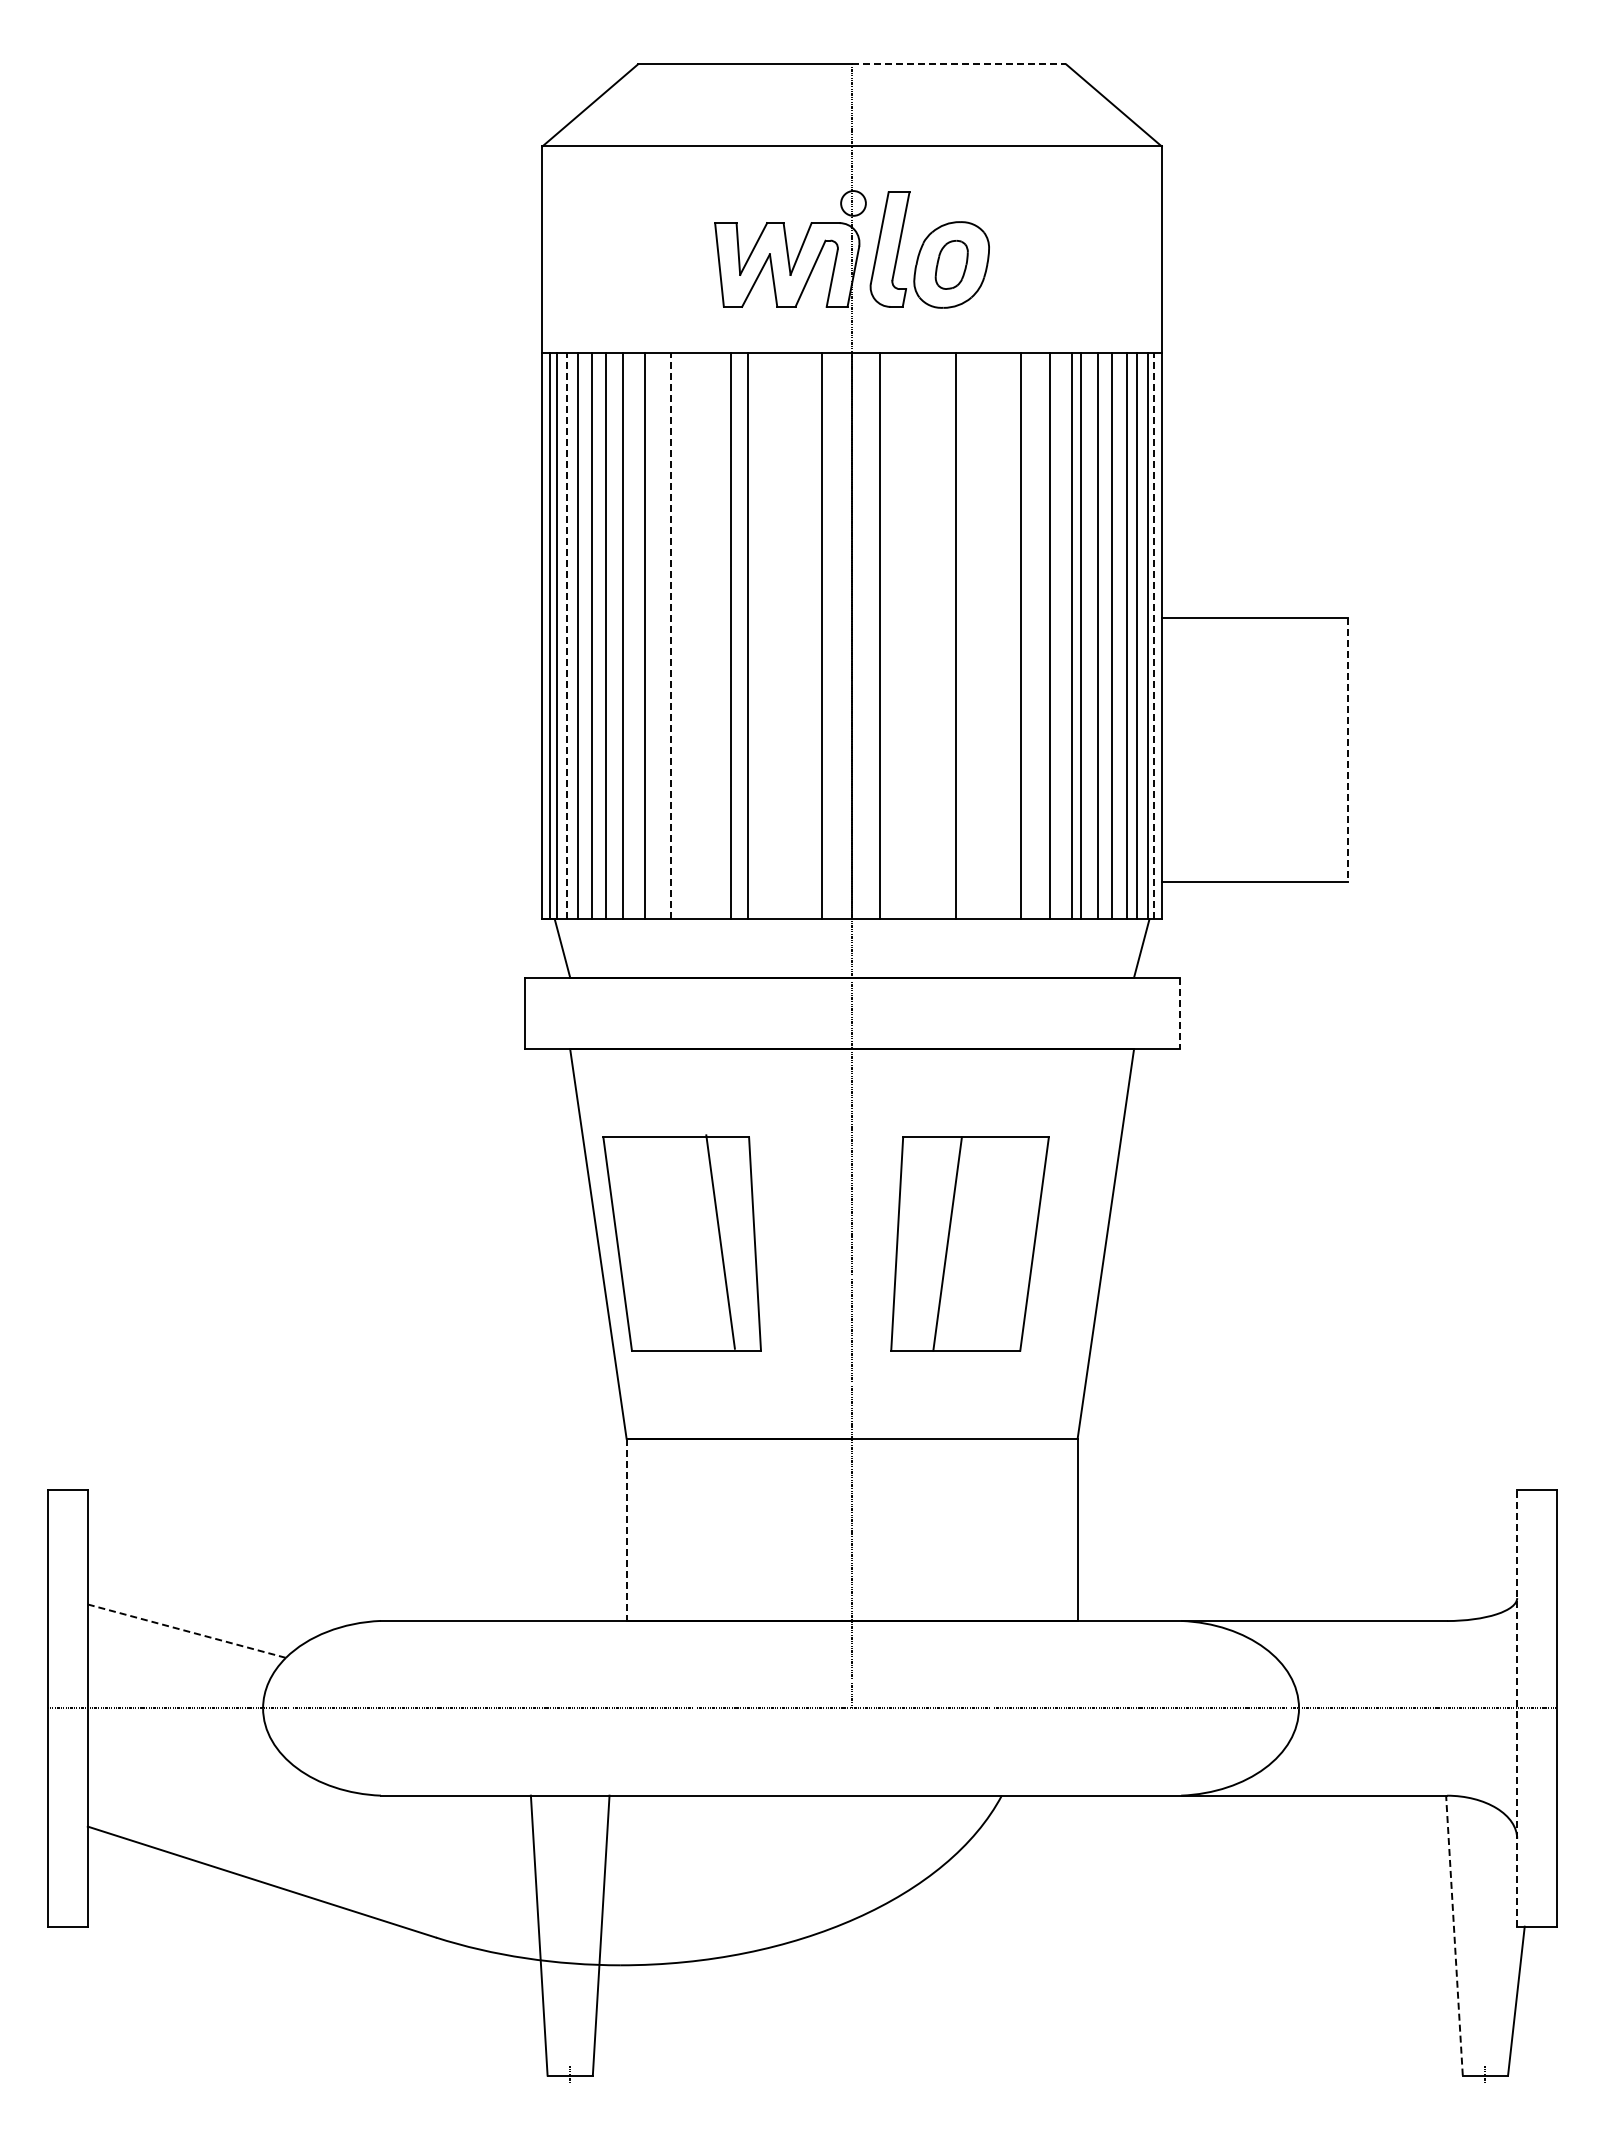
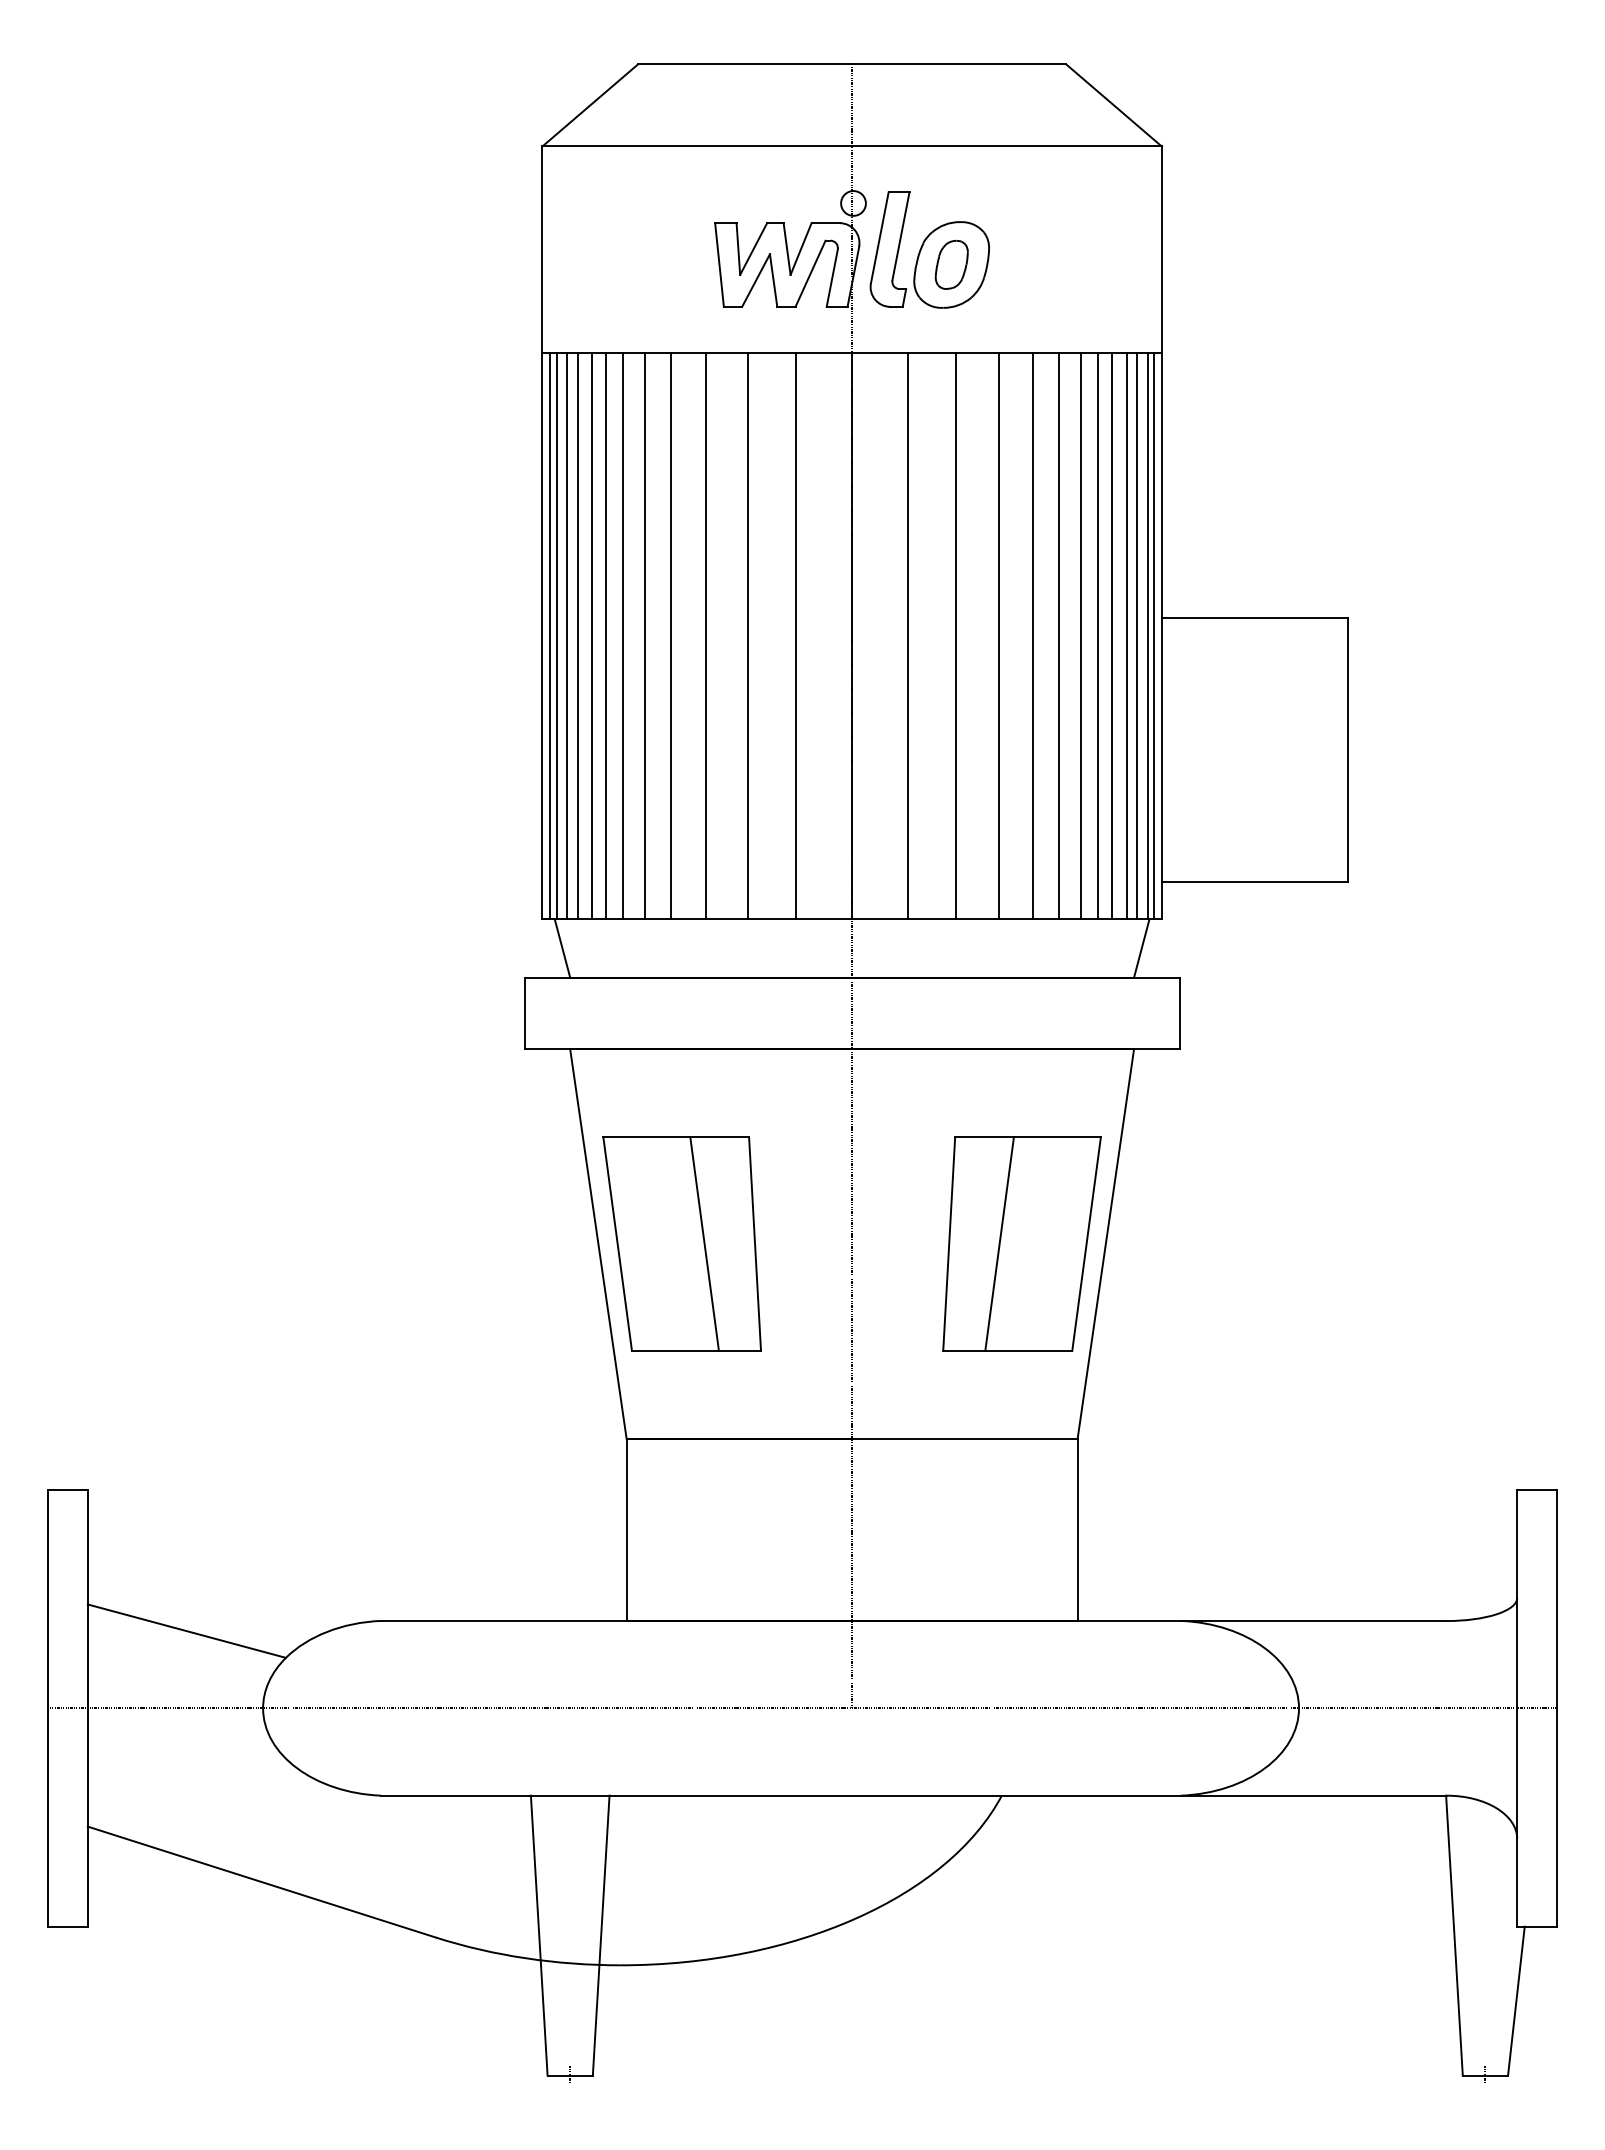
line at (959, 64): dashed -> solid
line at (566, 635): dashed -> solid
line at (671, 635): dashed -> solid
line at (730, 635) position: (730, 635) -> (705, 635)
line at (821, 635) position: (821, 635) -> (795, 635)
line at (880, 635) position: (880, 635) -> (908, 635)
line at (1020, 635) position: (1020, 635) -> (998, 635)
line at (1049, 635) position: (1049, 635) -> (1032, 635)
line at (1072, 635) position: (1072, 635) -> (1059, 635)
line at (1153, 635): dashed -> solid
line at (1348, 750): dashed -> solid
line at (1179, 1013): dashed -> solid
line at (720, 1241) position: (720, 1241) -> (704, 1243)
part at (969, 1243) position: (969, 1243) -> (1021, 1243)
line at (626, 1530): dashed -> solid
line at (186, 1631): dashed -> solid
line at (1517, 1707): dashed -> solid
line at (1454, 1935): dashed -> solid
